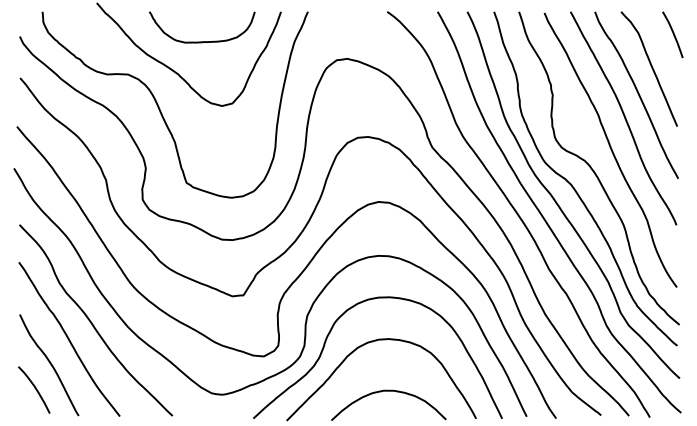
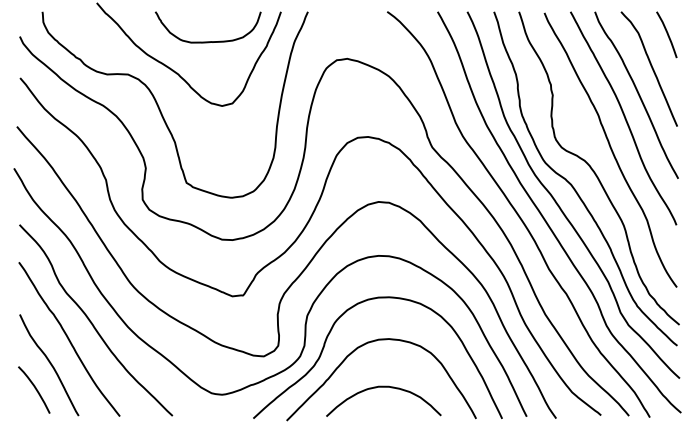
curve at (672, 33) position: (672, 33) -> (666, 33)
curve at (201, 41) position: (201, 41) -> (207, 41)
curve at (388, 391) position: (388, 391) -> (383, 387)
